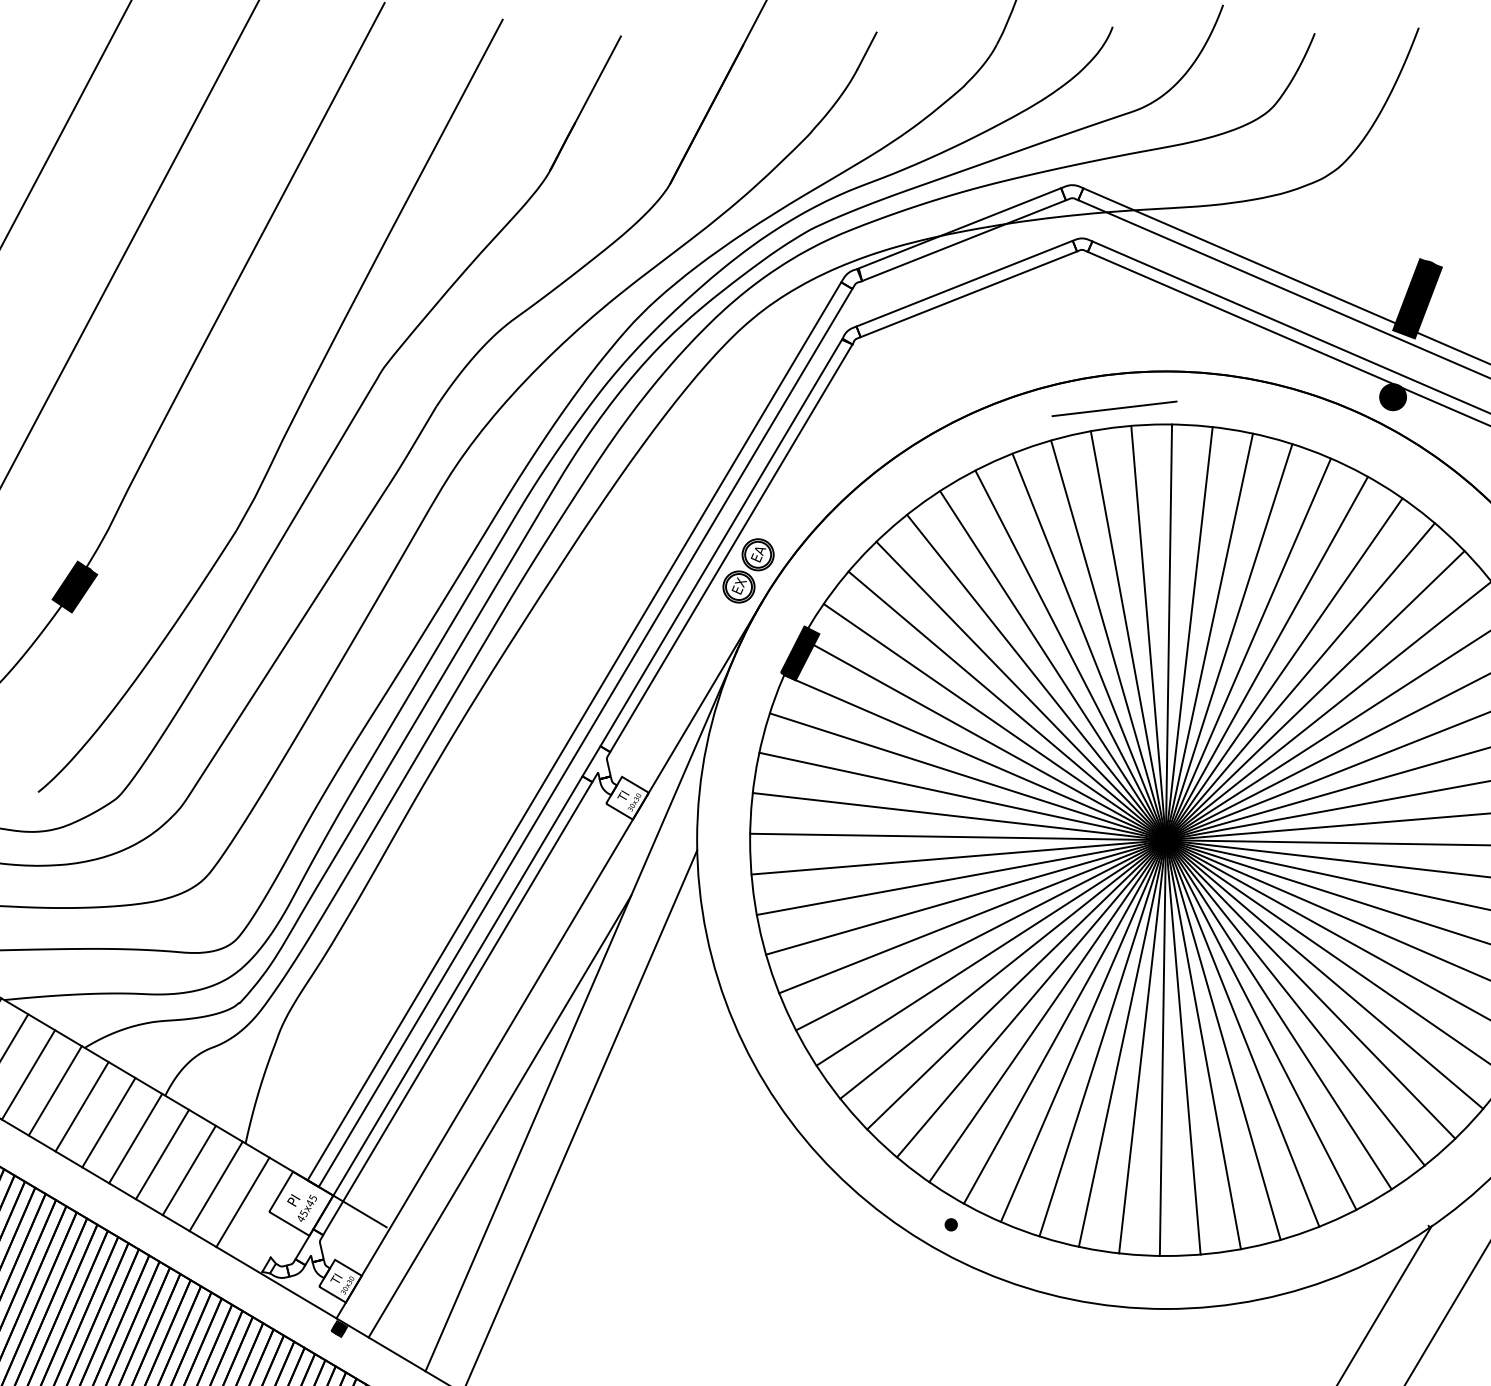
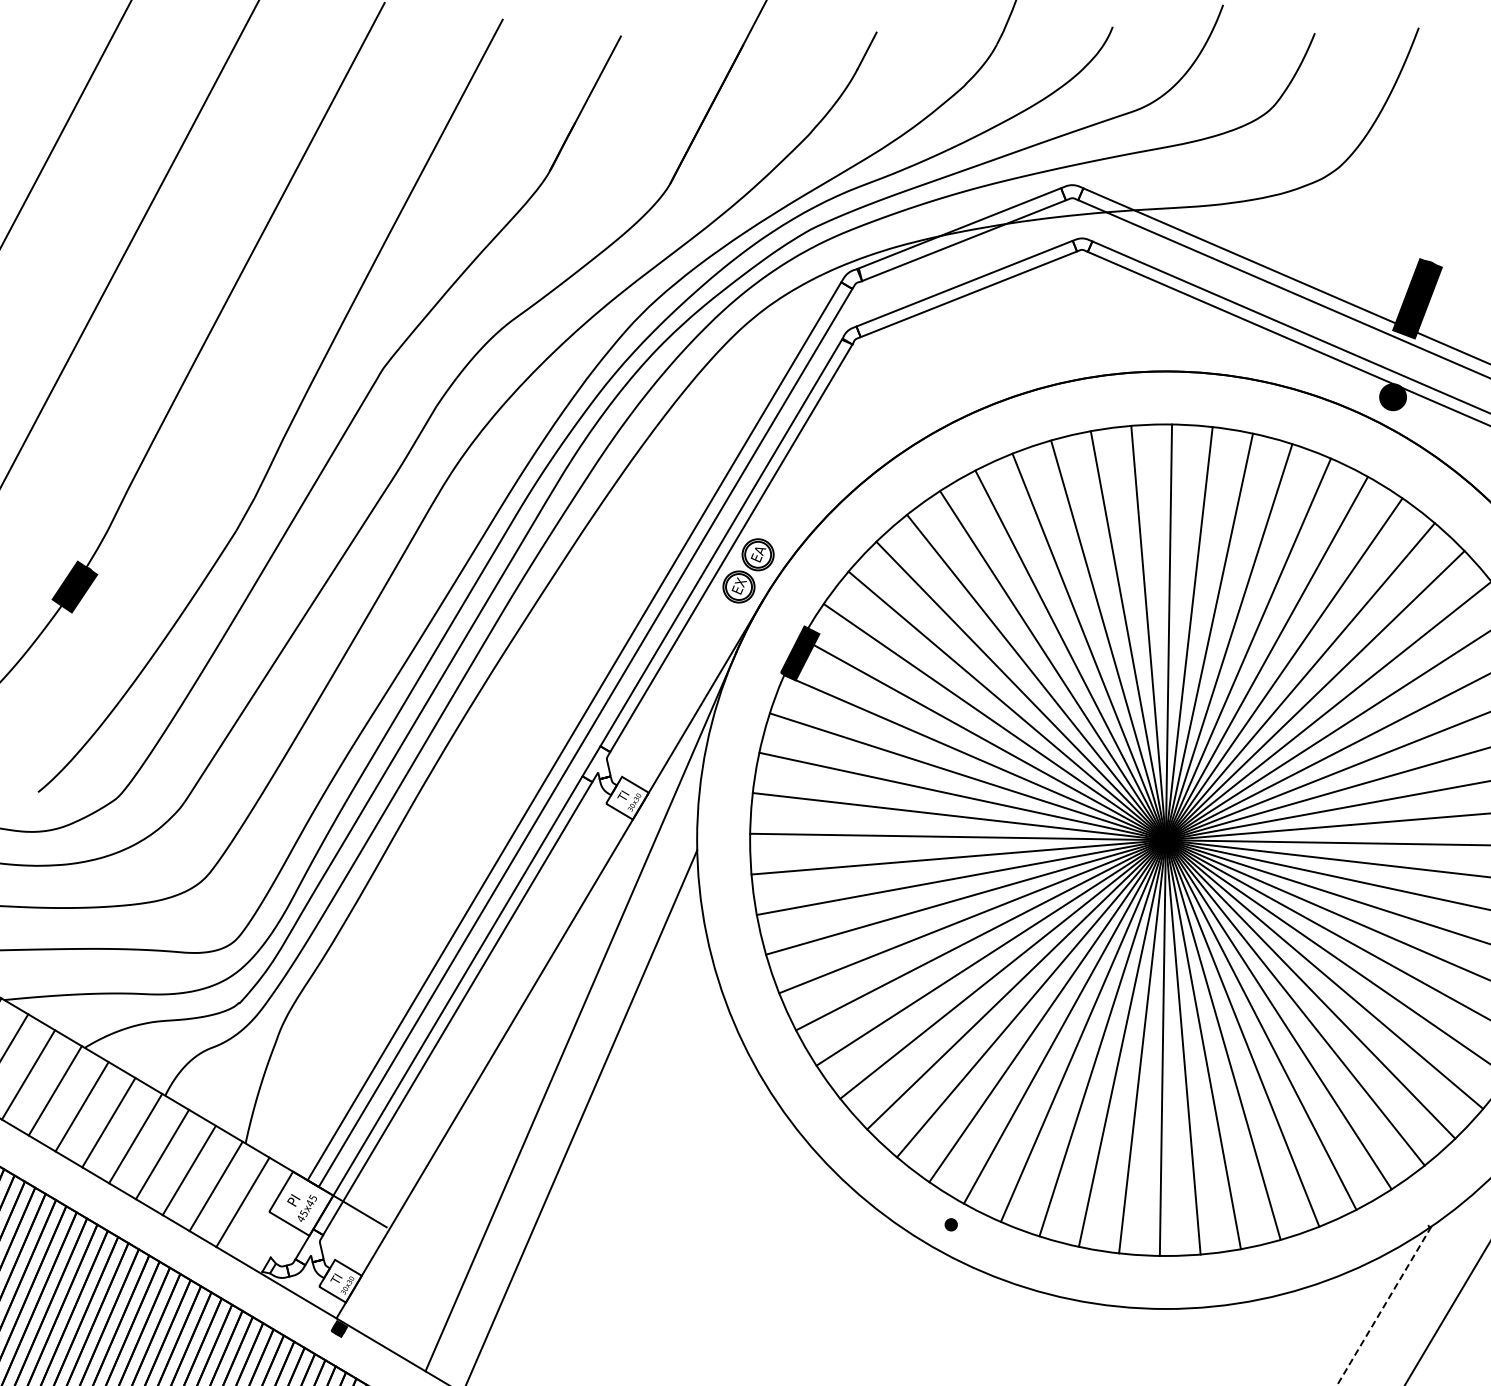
line at (1114, 408): present -> none
line at (499, 1116): present -> none
line at (1383, 1306): solid -> dashed
